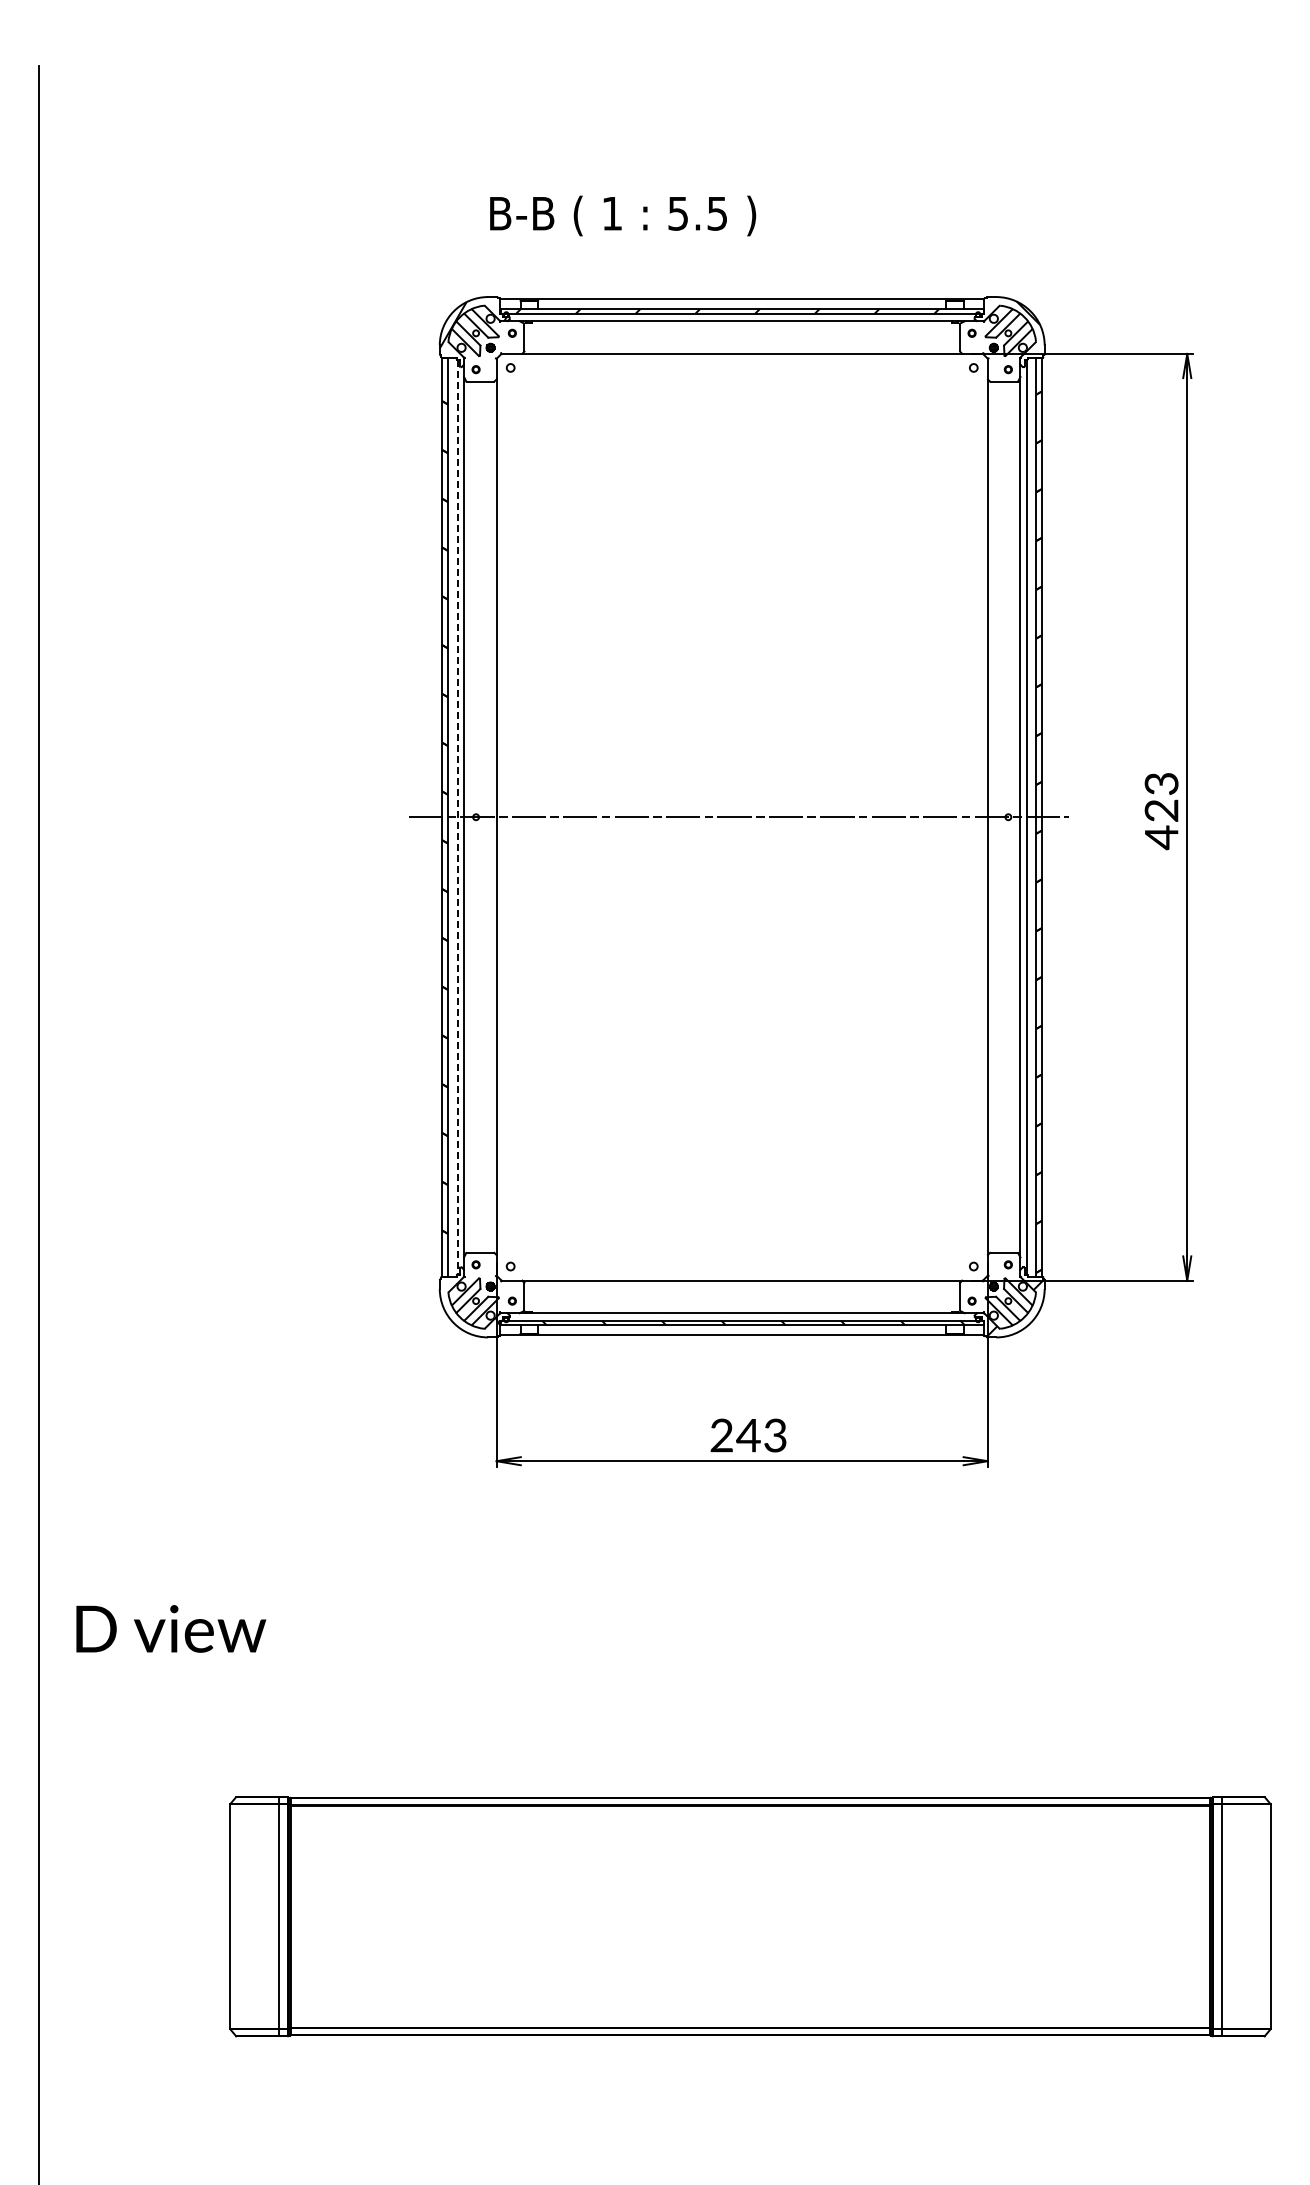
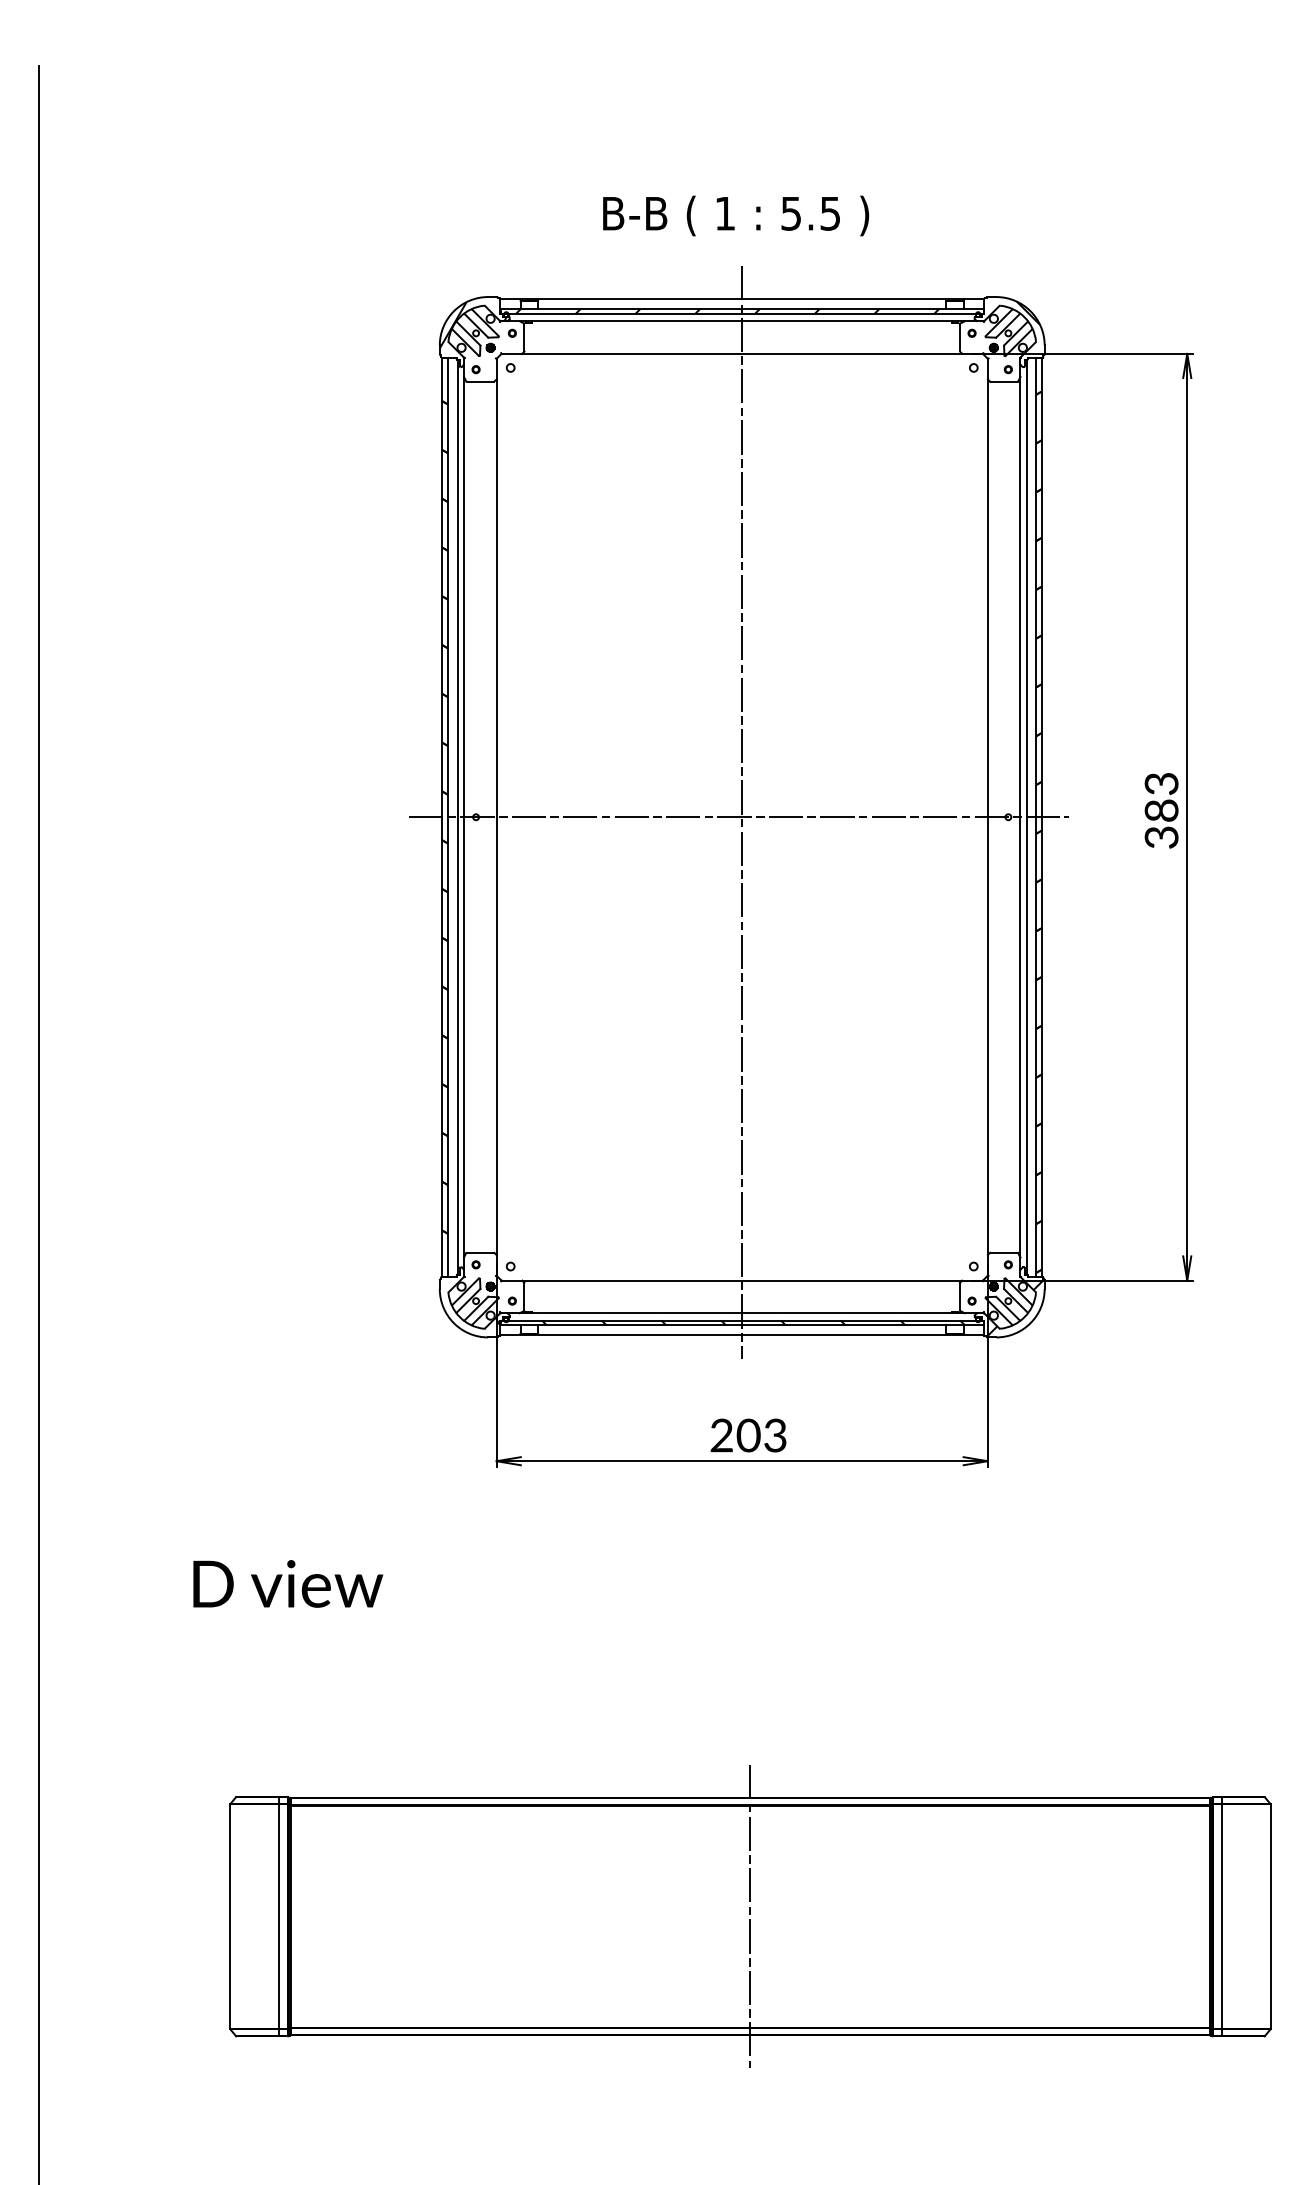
text at (623, 215) position: (623, 215) -> (736, 215)
line at (742, 812): none -> present
line at (457, 817): dashed -> solid
text at (1161, 824): 423 -> 383
text at (748, 1435): 243 -> 203
text at (171, 1628) position: (171, 1628) -> (288, 1583)
line at (750, 1916): none -> present
